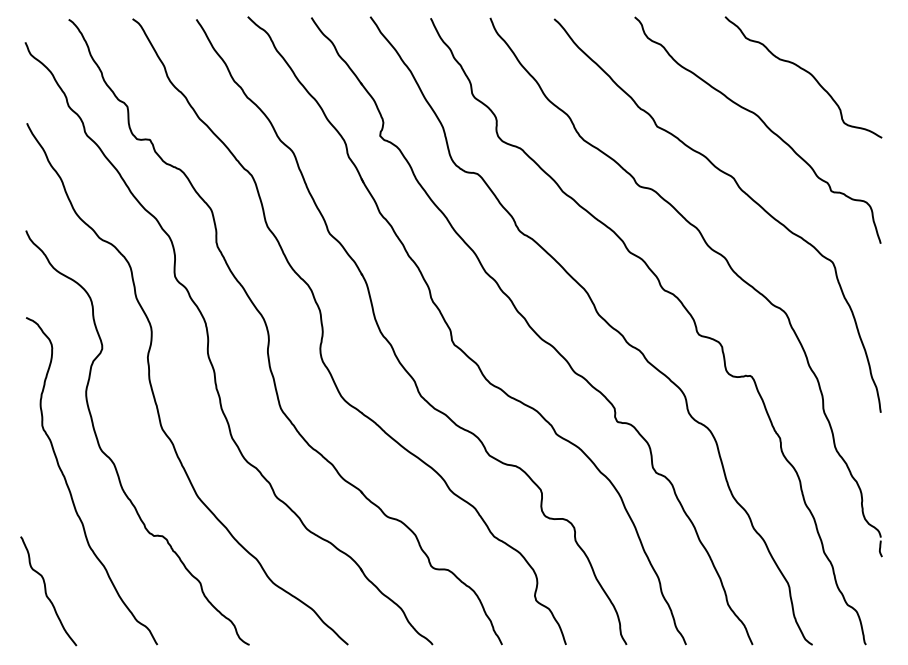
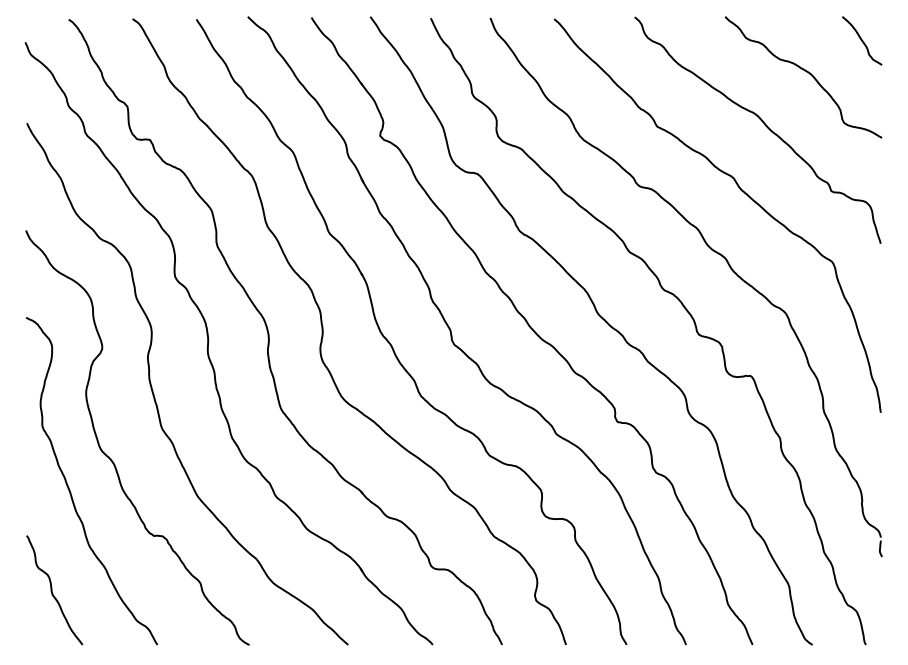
curve at (862, 40): none -> present
curve at (46, 591) position: (46, 591) -> (52, 590)
